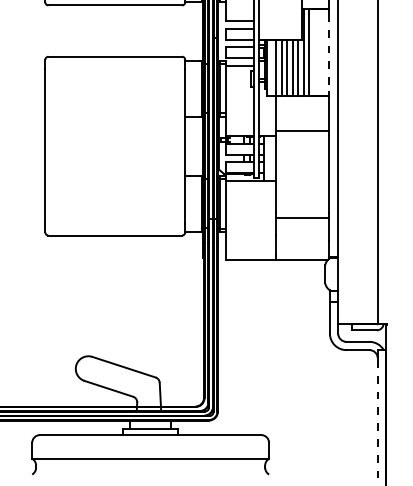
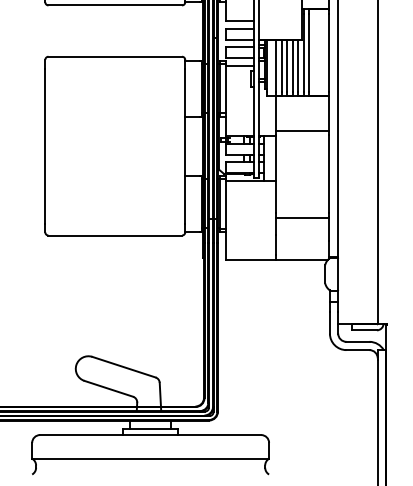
line at (328, 52): dashed -> solid
line at (377, 422): dashed -> solid
